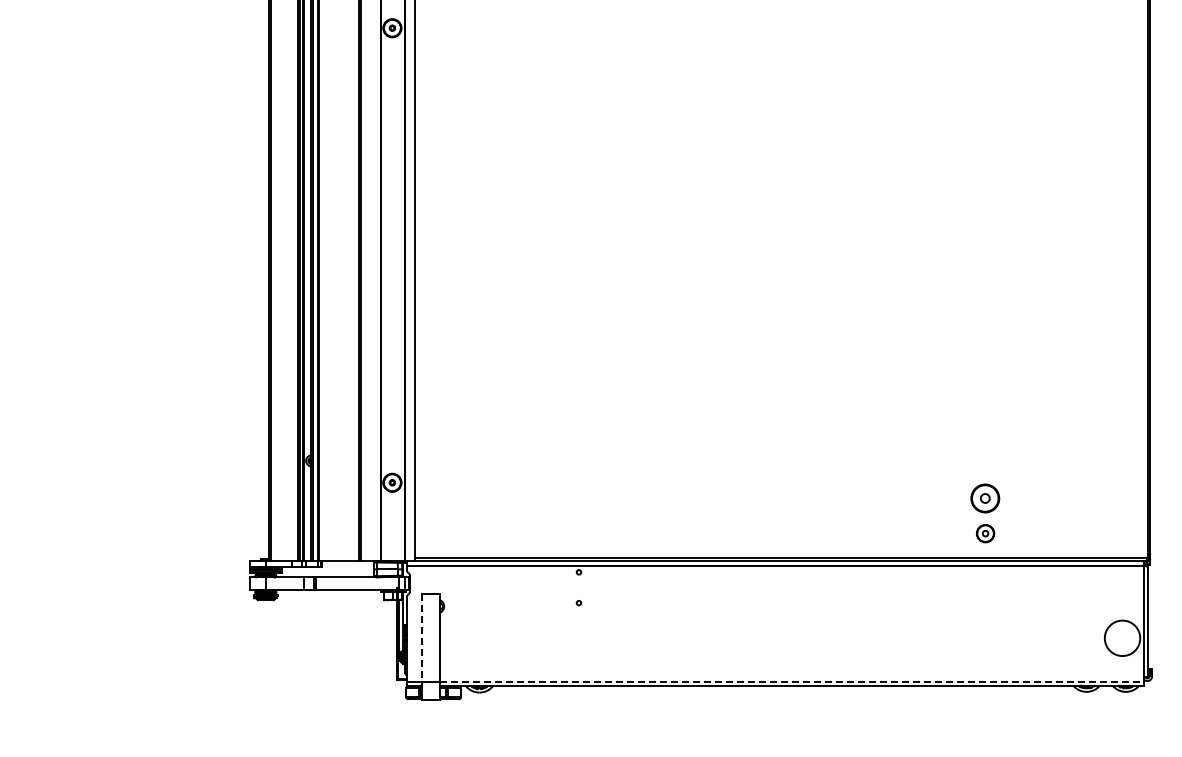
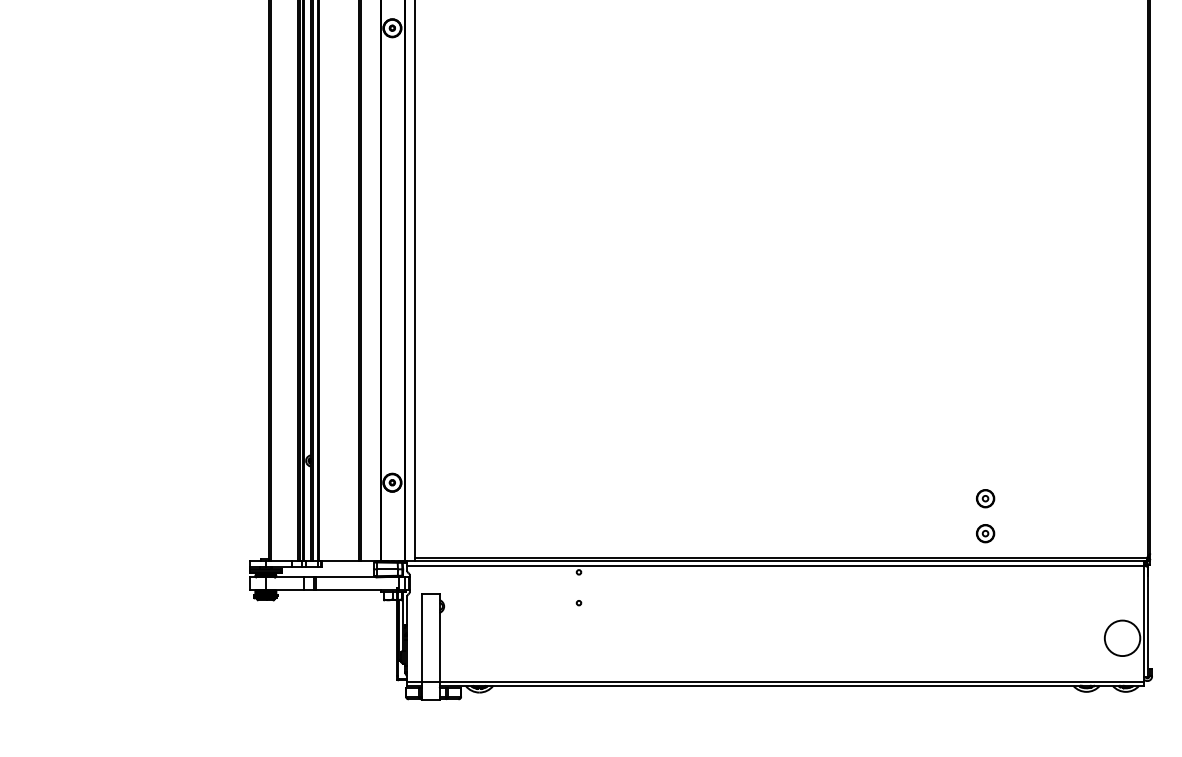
part at (985, 498) size: 31x31 px -> 20x20 px
line at (422, 638): dashed -> solid
line at (792, 681): dashed -> solid
